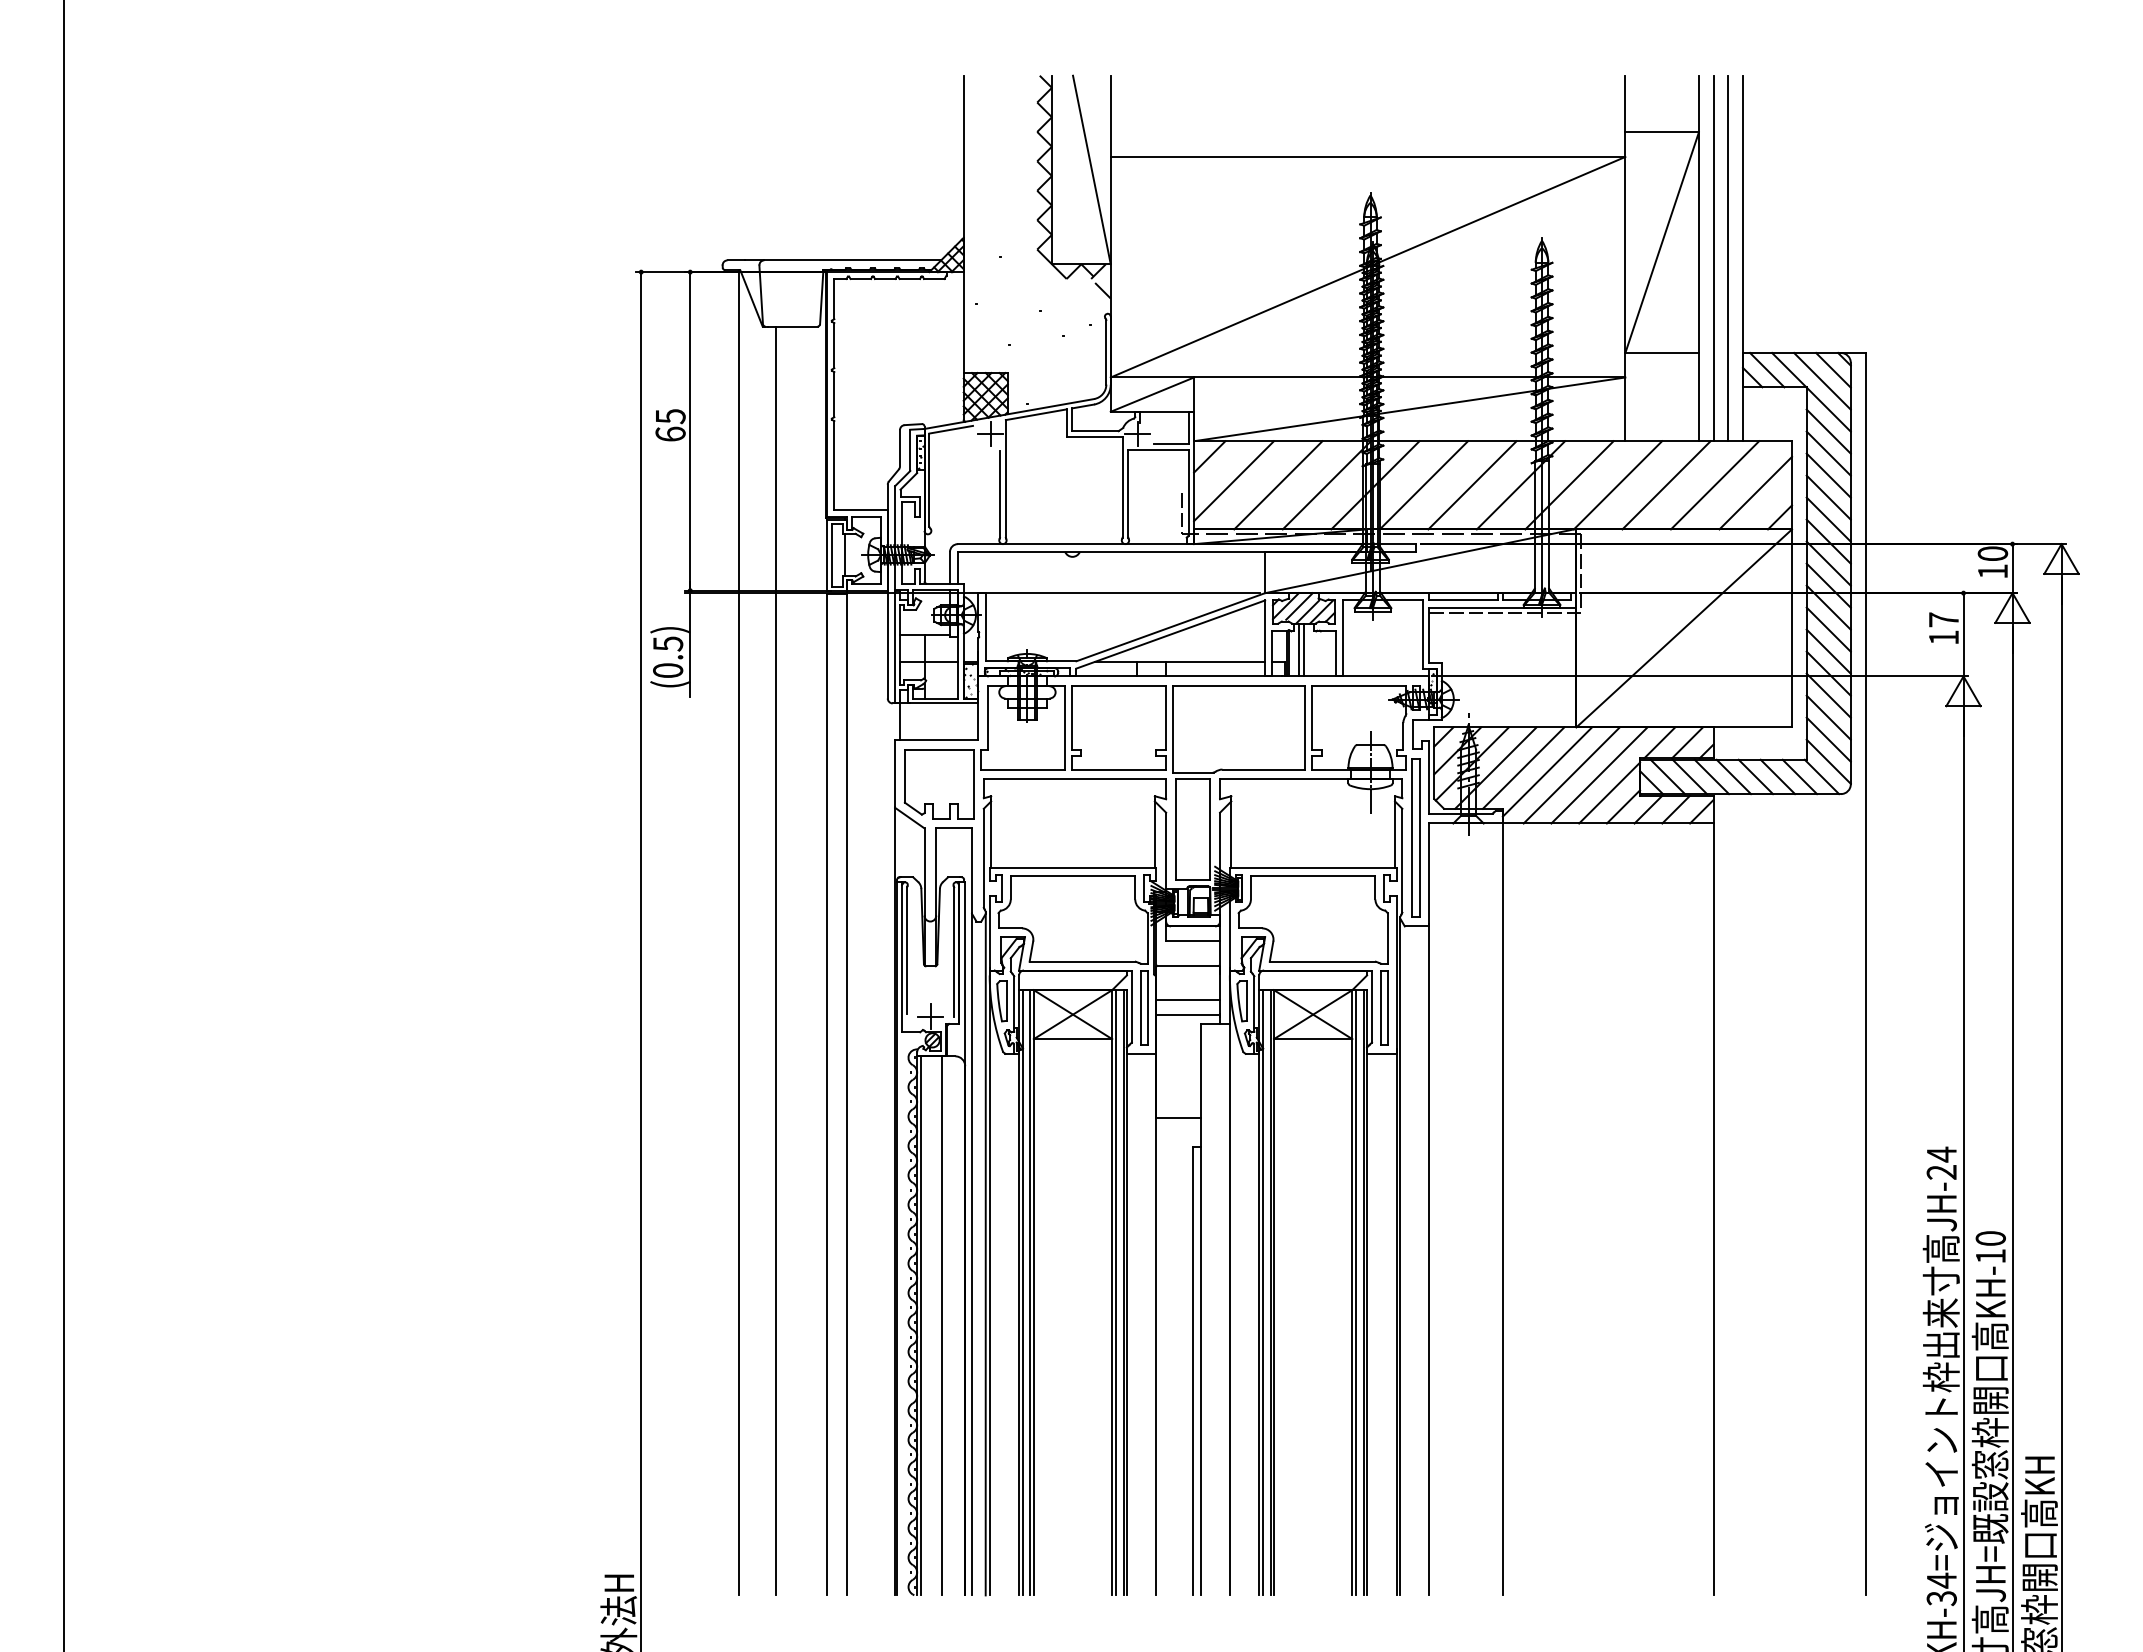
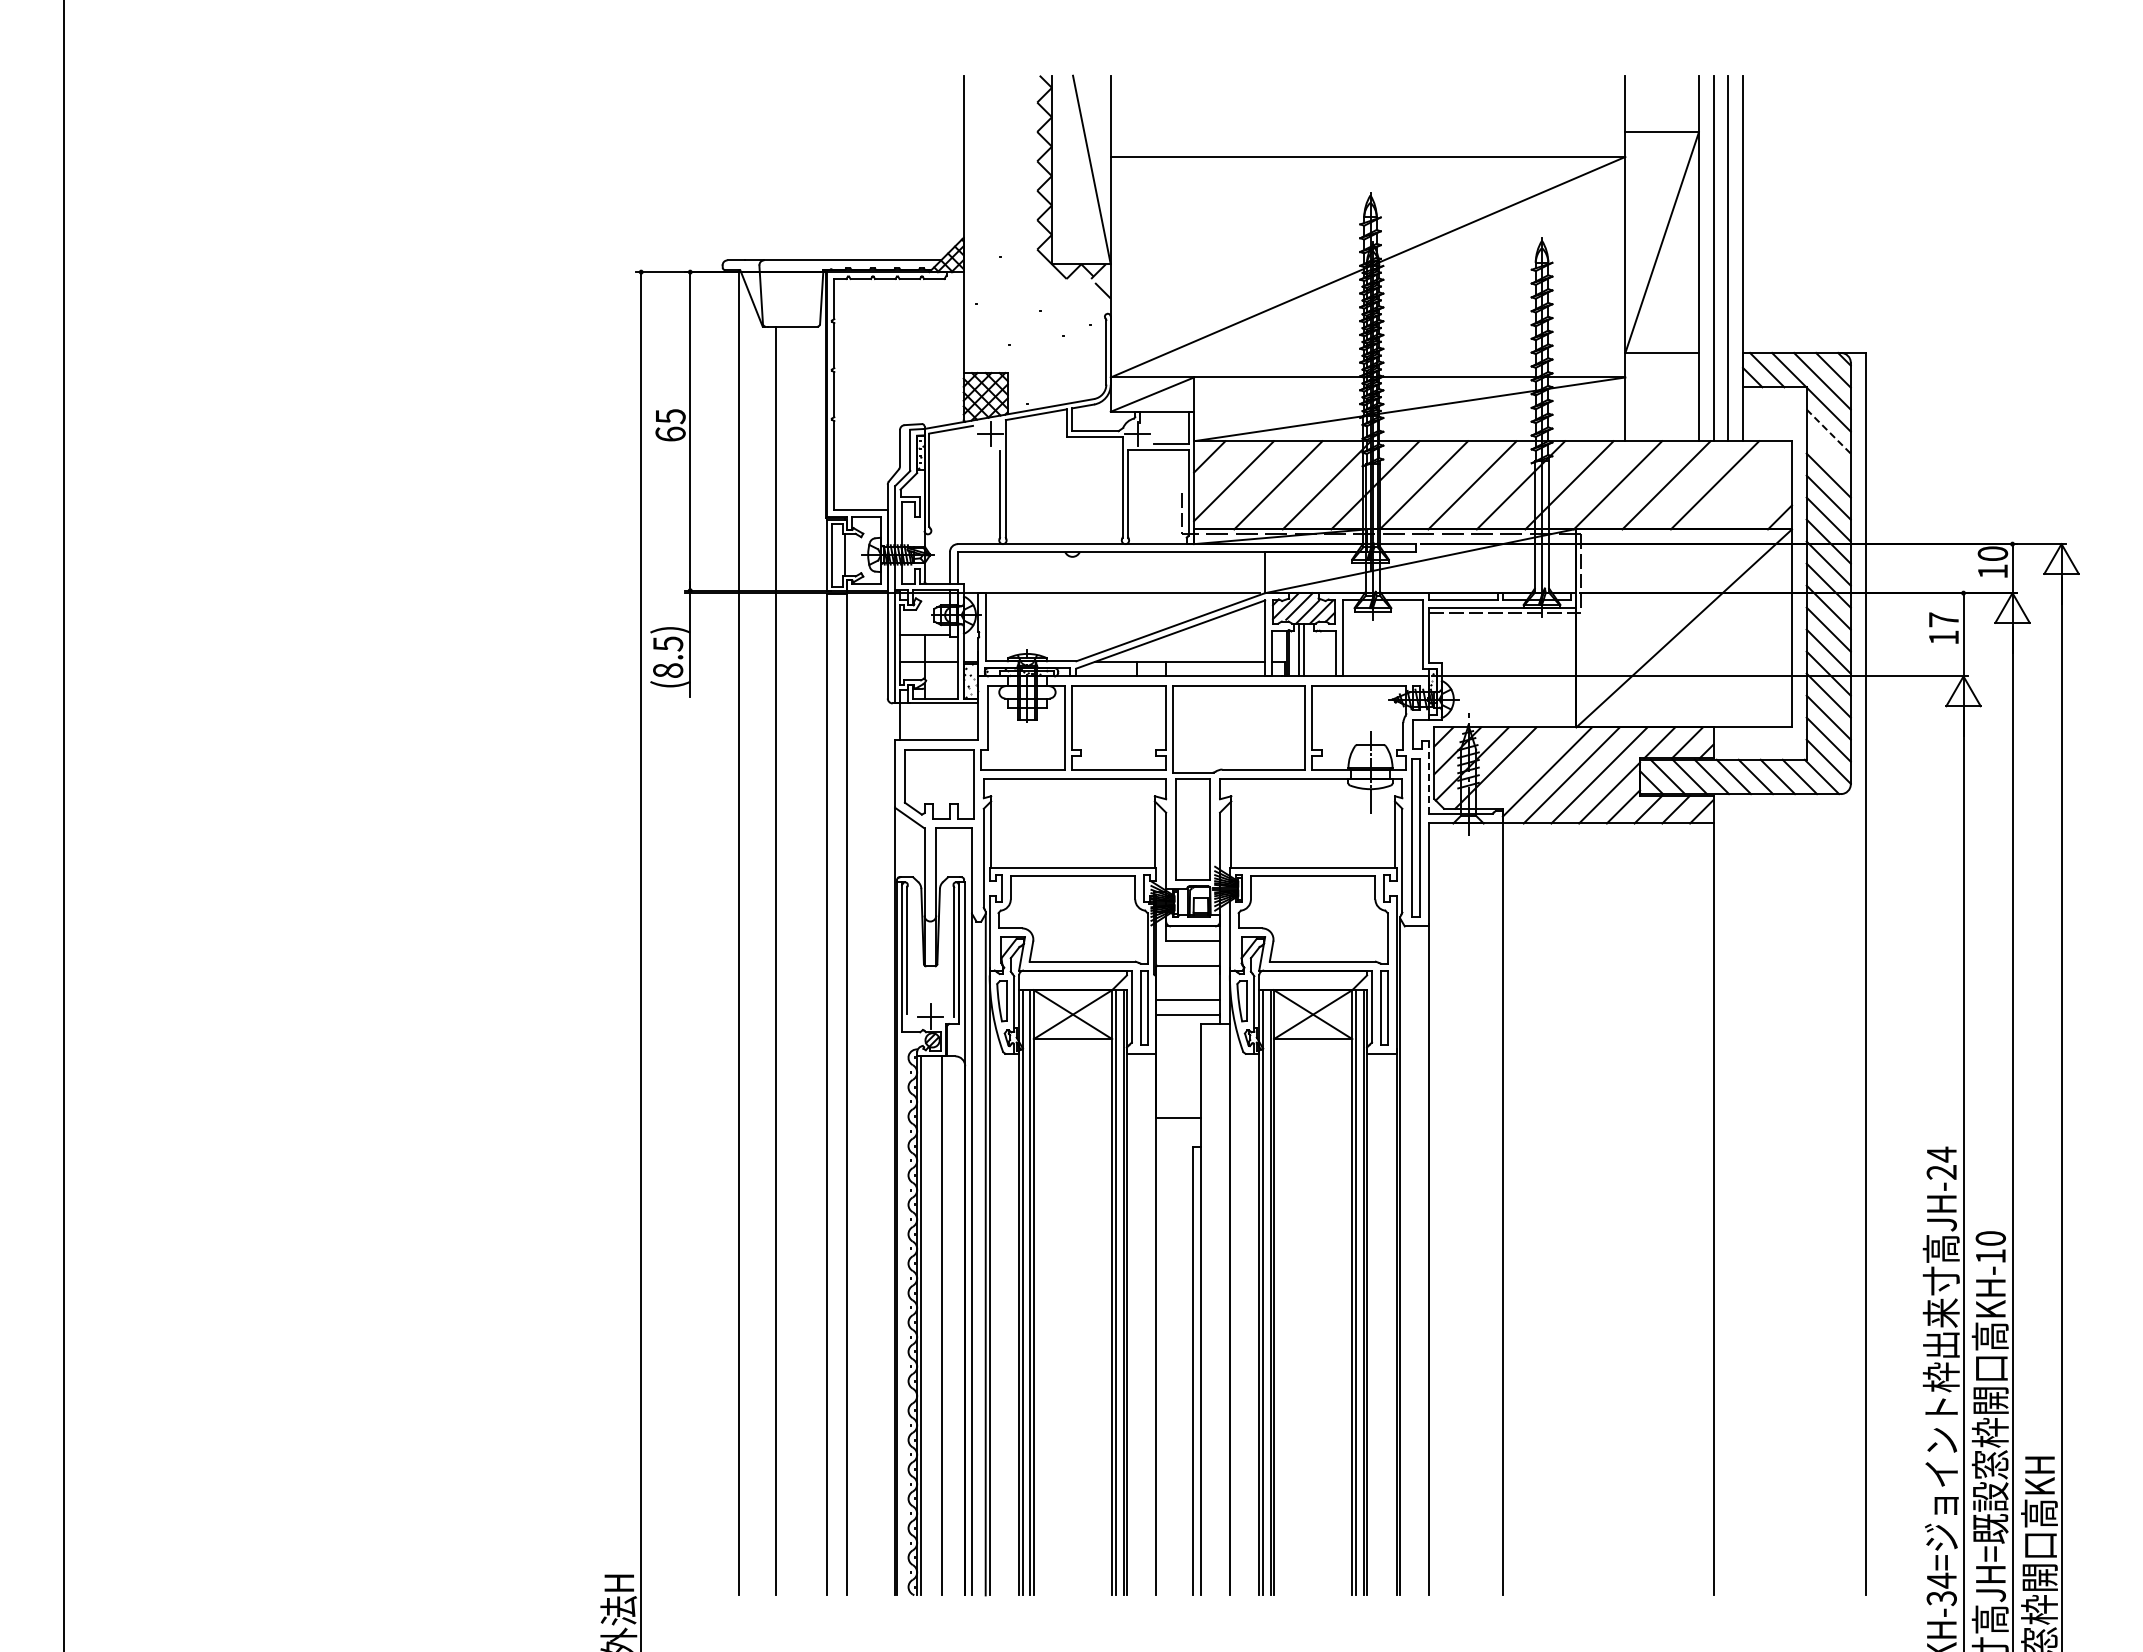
line at (1829, 432): solid -> dashed
line at (1828, 453): present -> none
line at (1755, 492): present -> none
text at (667, 670): (0.5) -> (8.5)
line at (1523, 767): present -> none
line at (1429, 776): solid -> dashed
